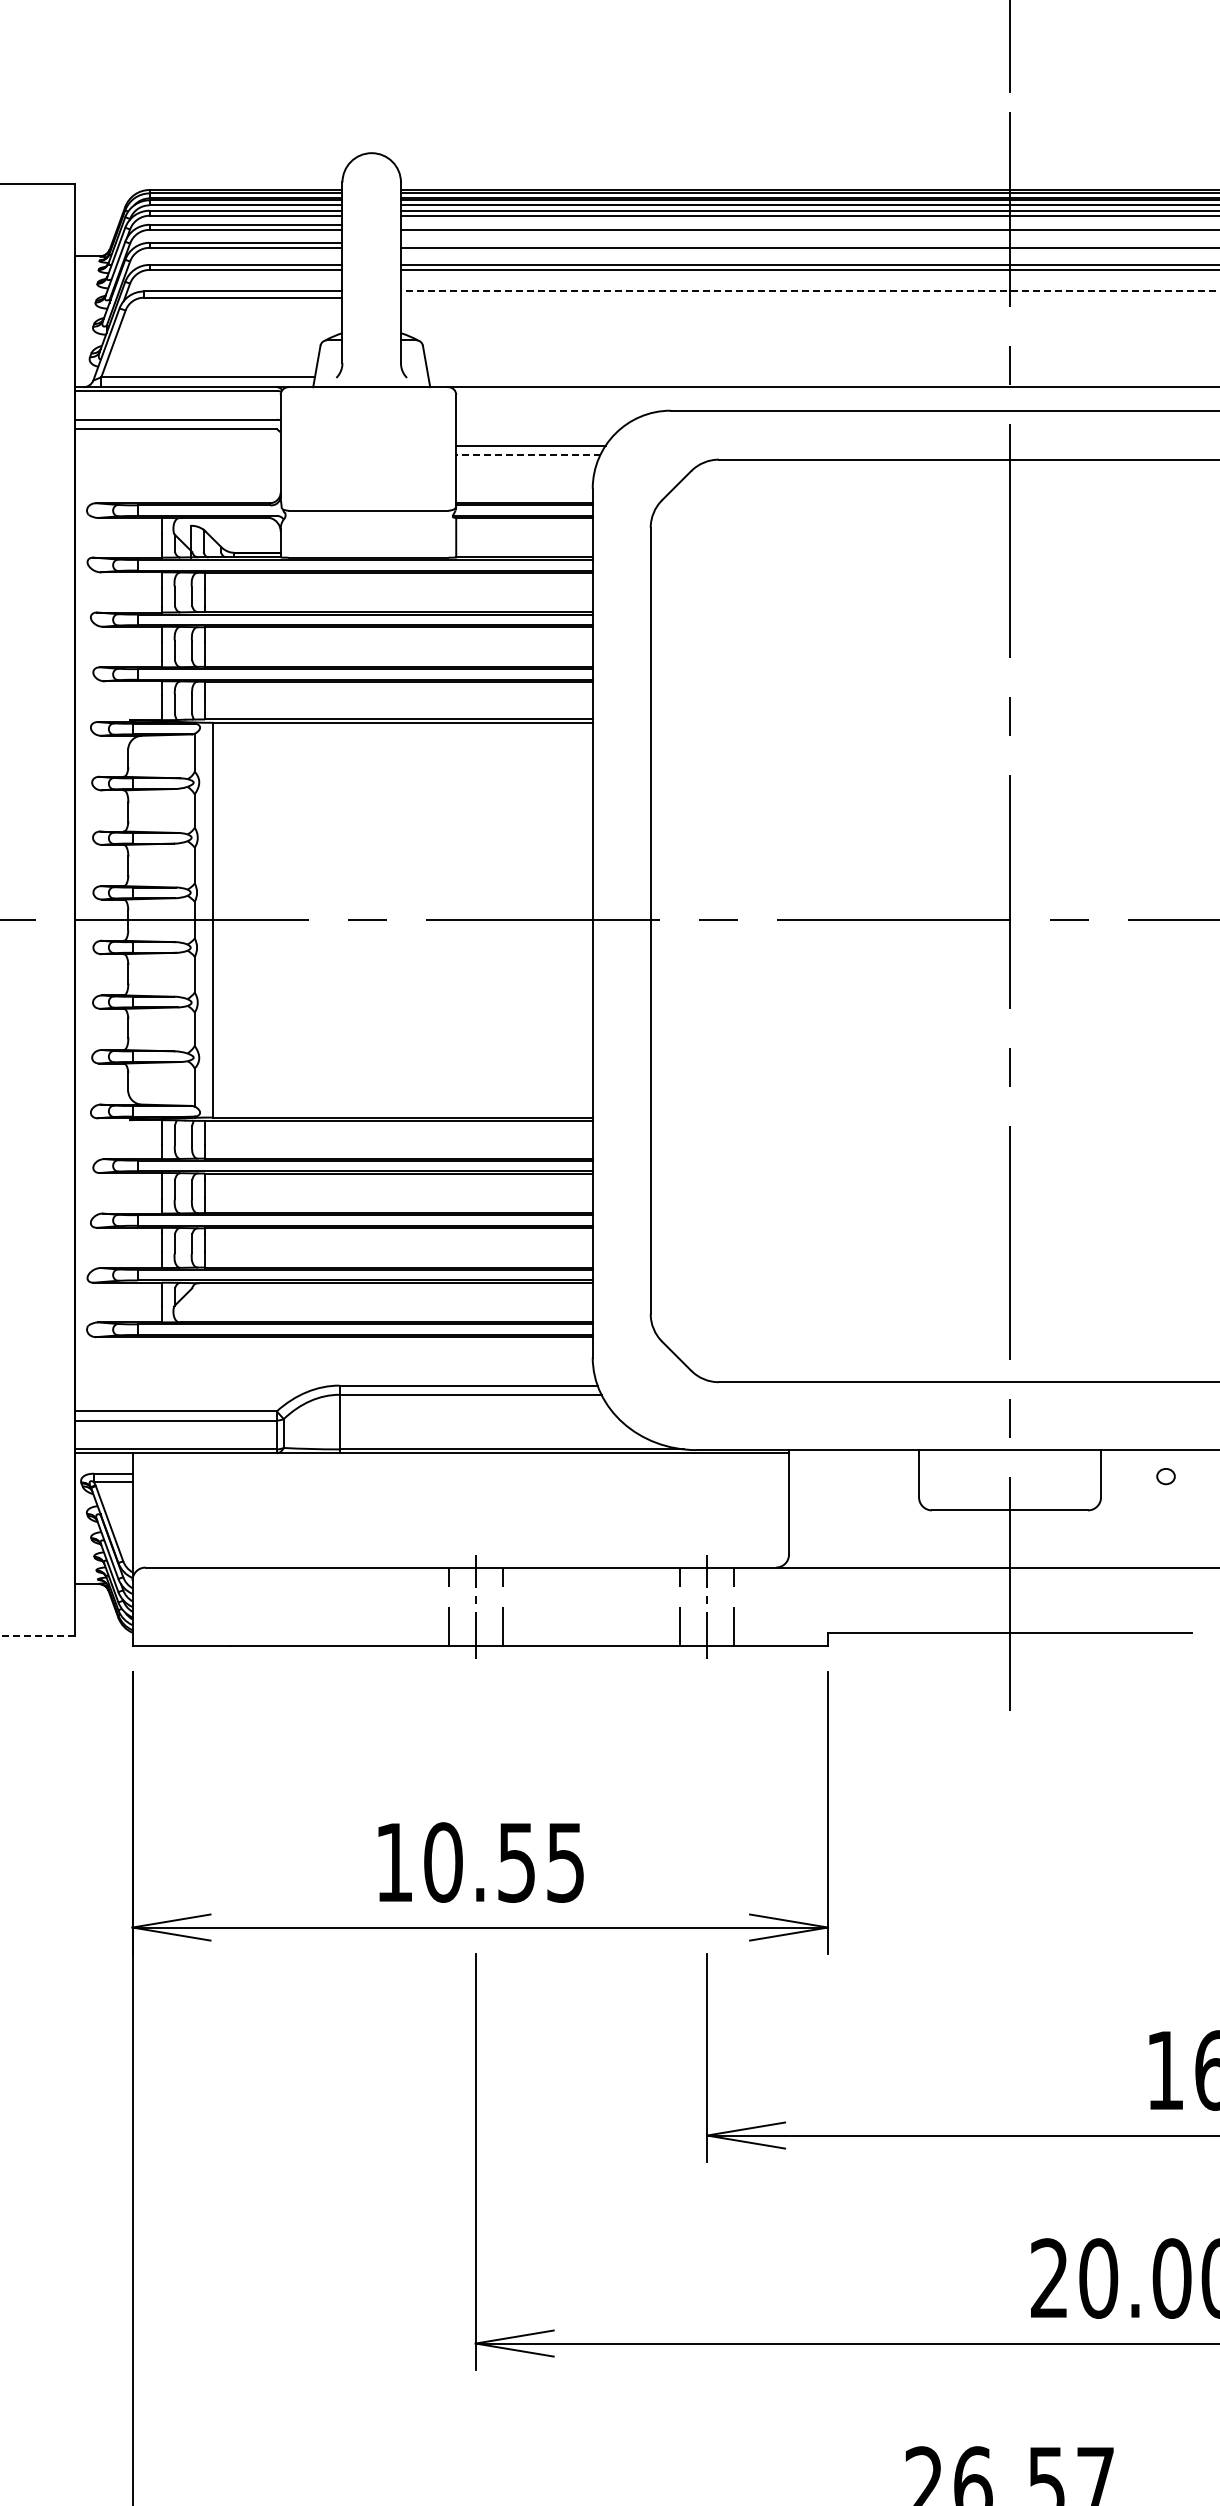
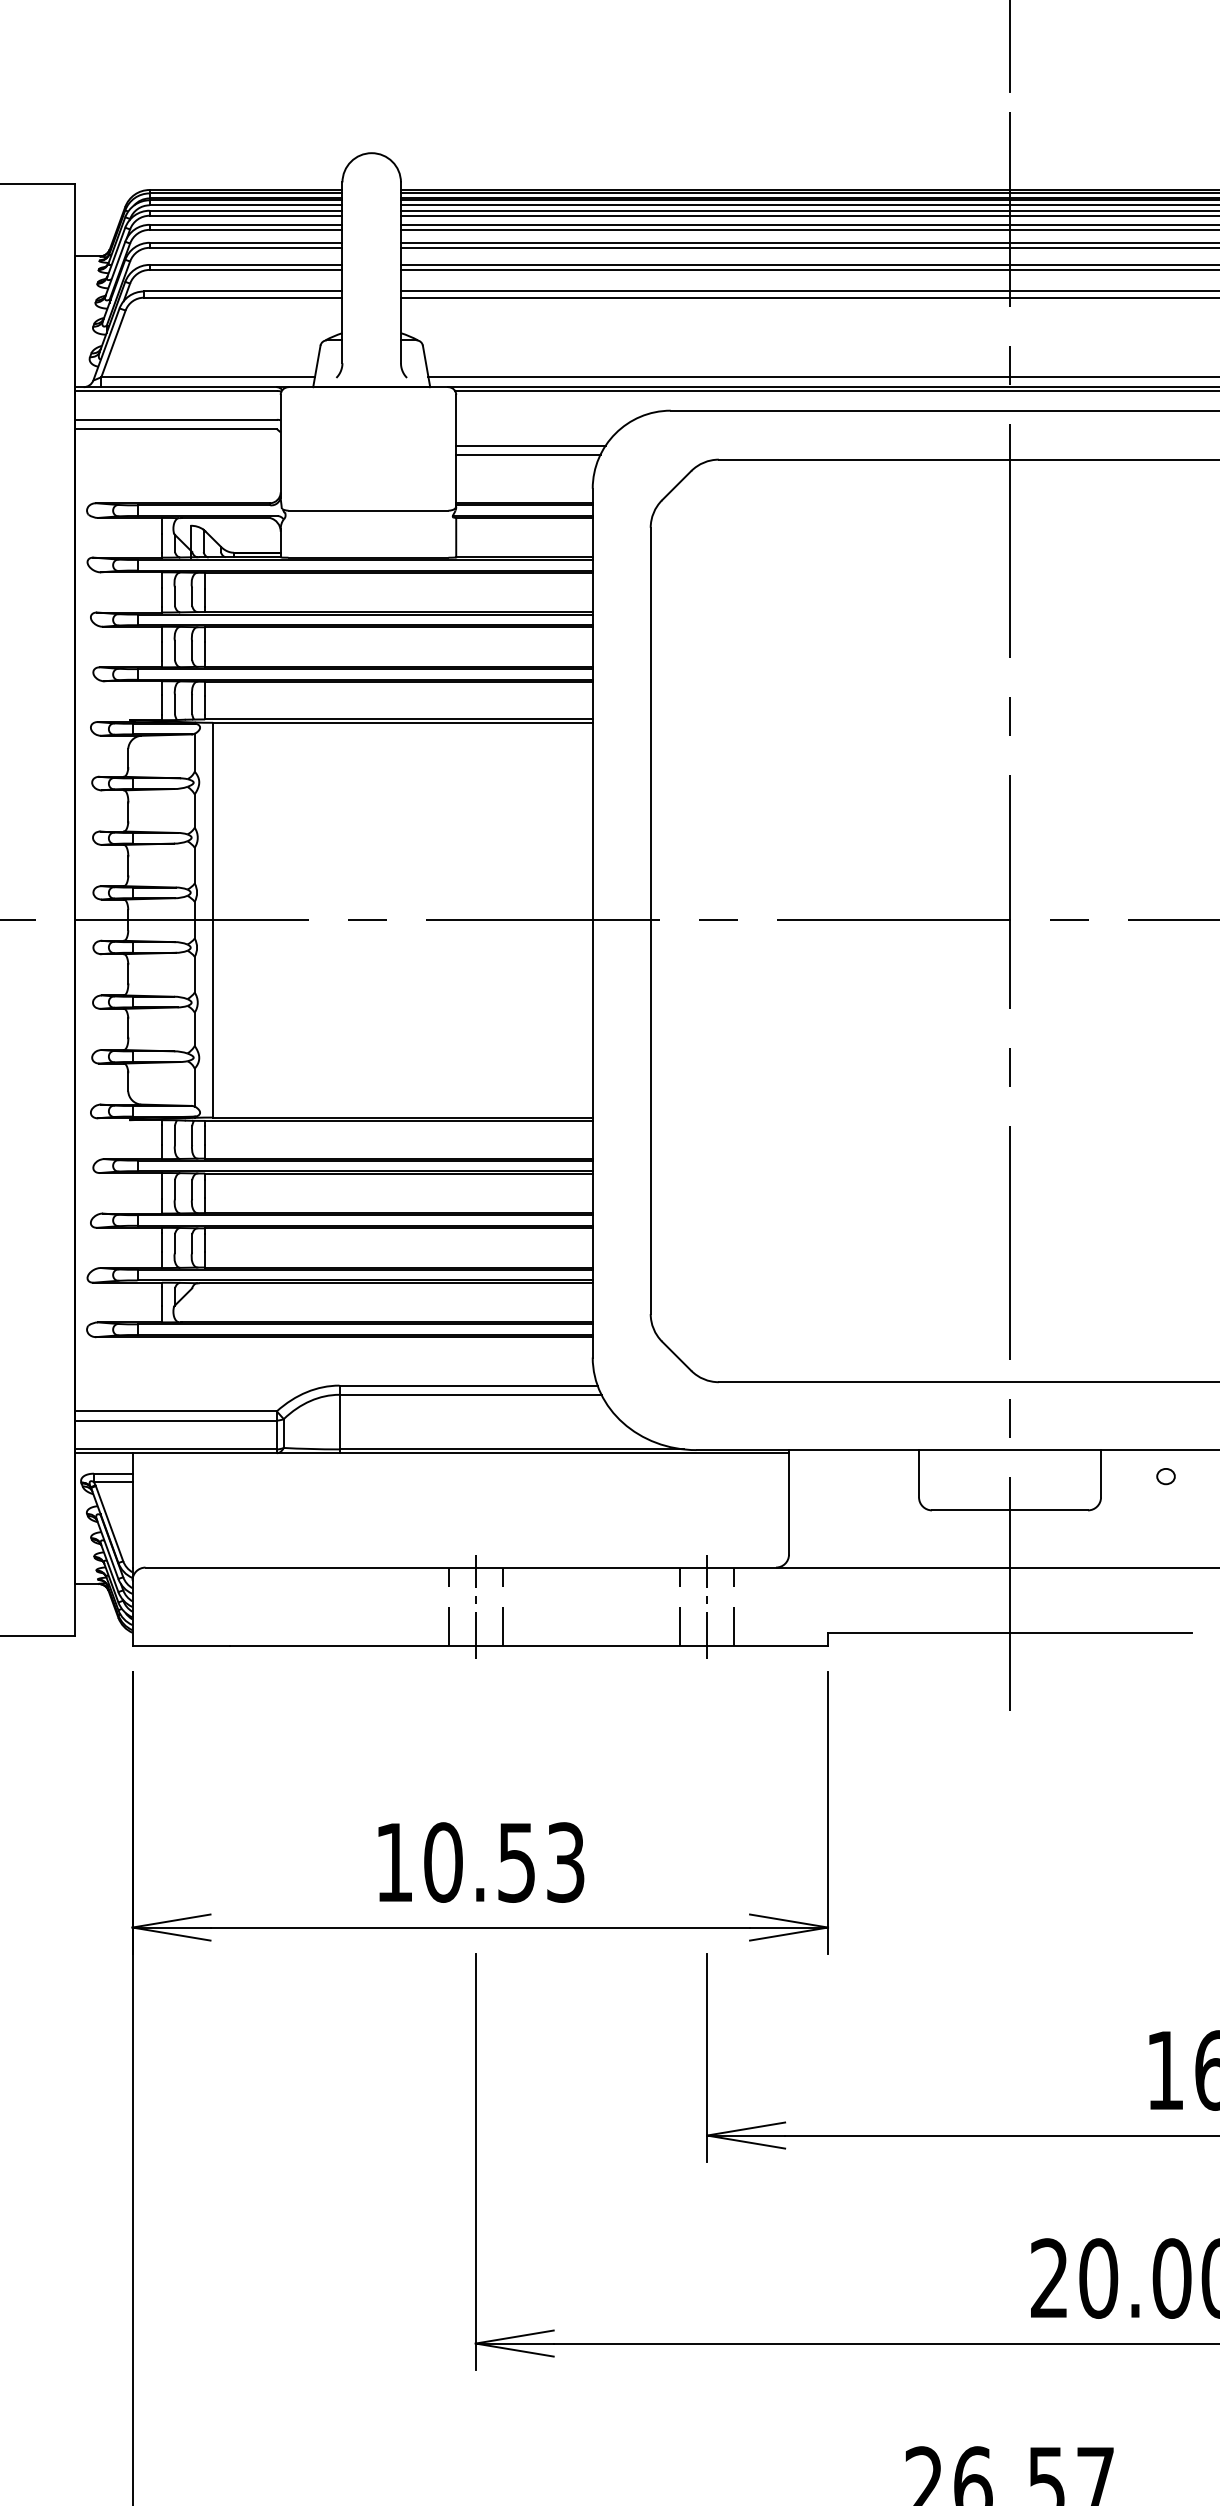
line at (808, 224): none -> present
line at (808, 242): none -> present
line at (809, 291): dashed -> solid
line at (808, 297): none -> present
line at (822, 377): none -> present
line at (835, 390): none -> present
line at (527, 454): dashed -> solid
line at (38, 1635): dashed -> solid
text at (565, 1862): 10.55 -> 10.53
